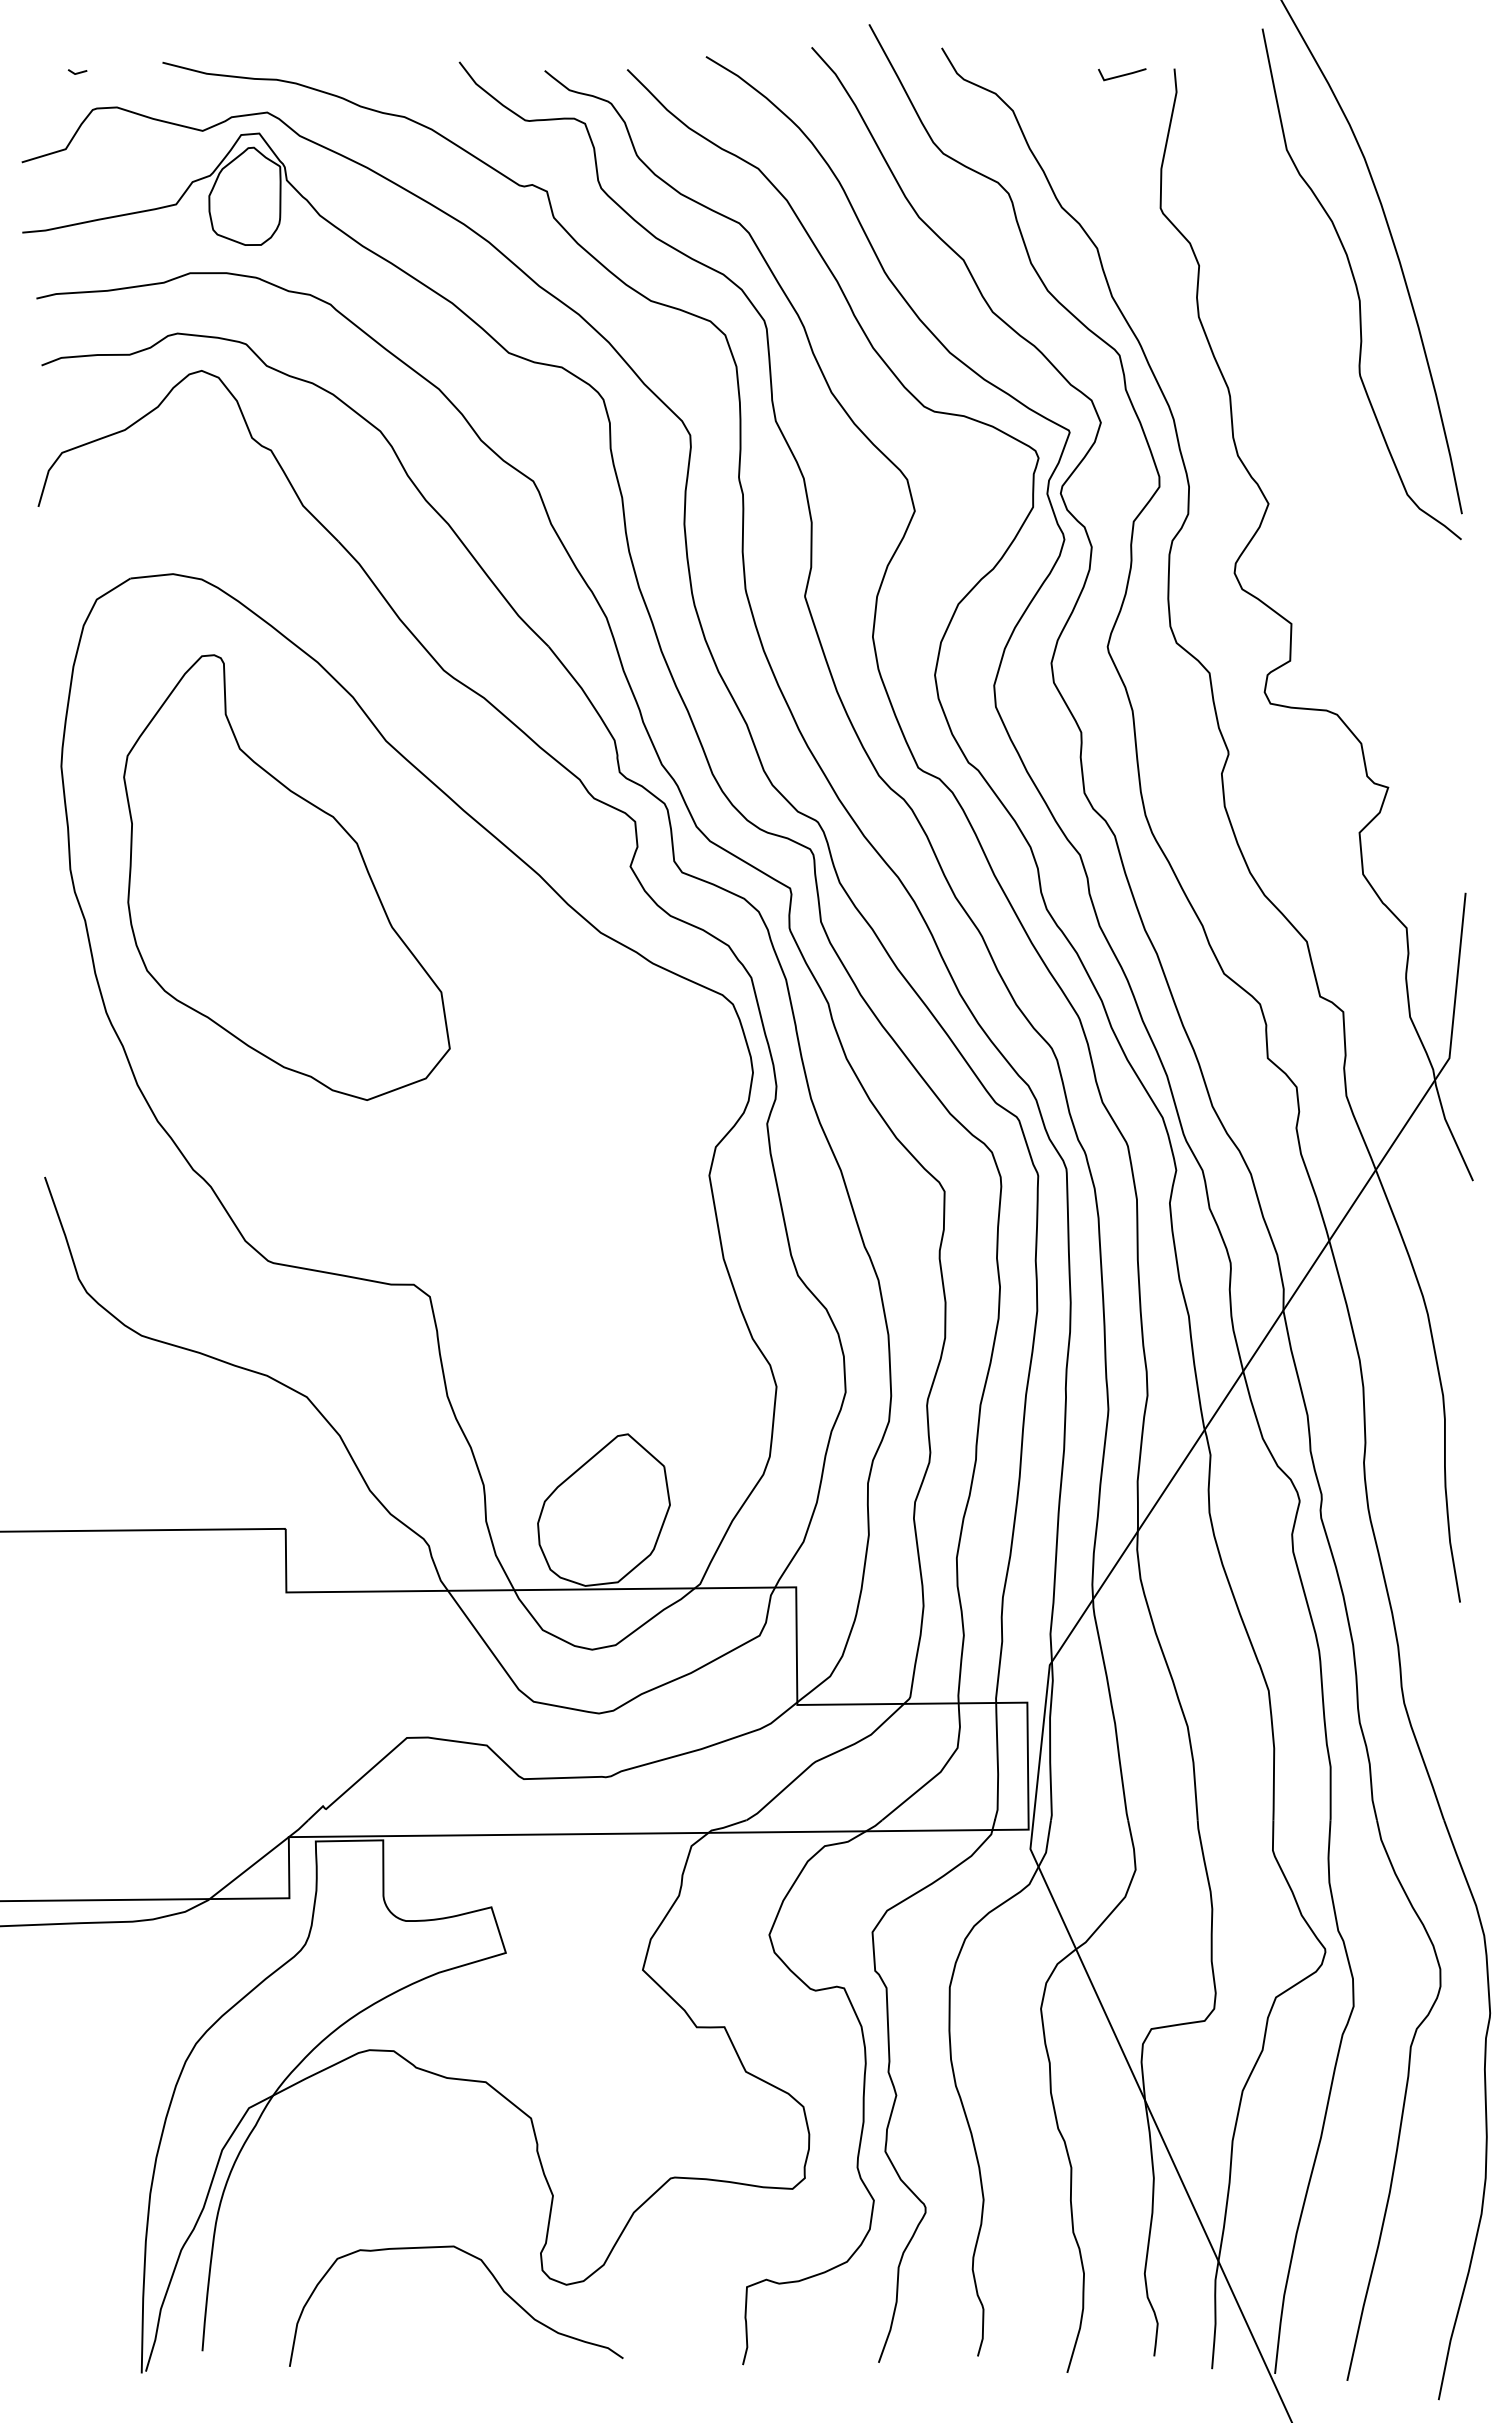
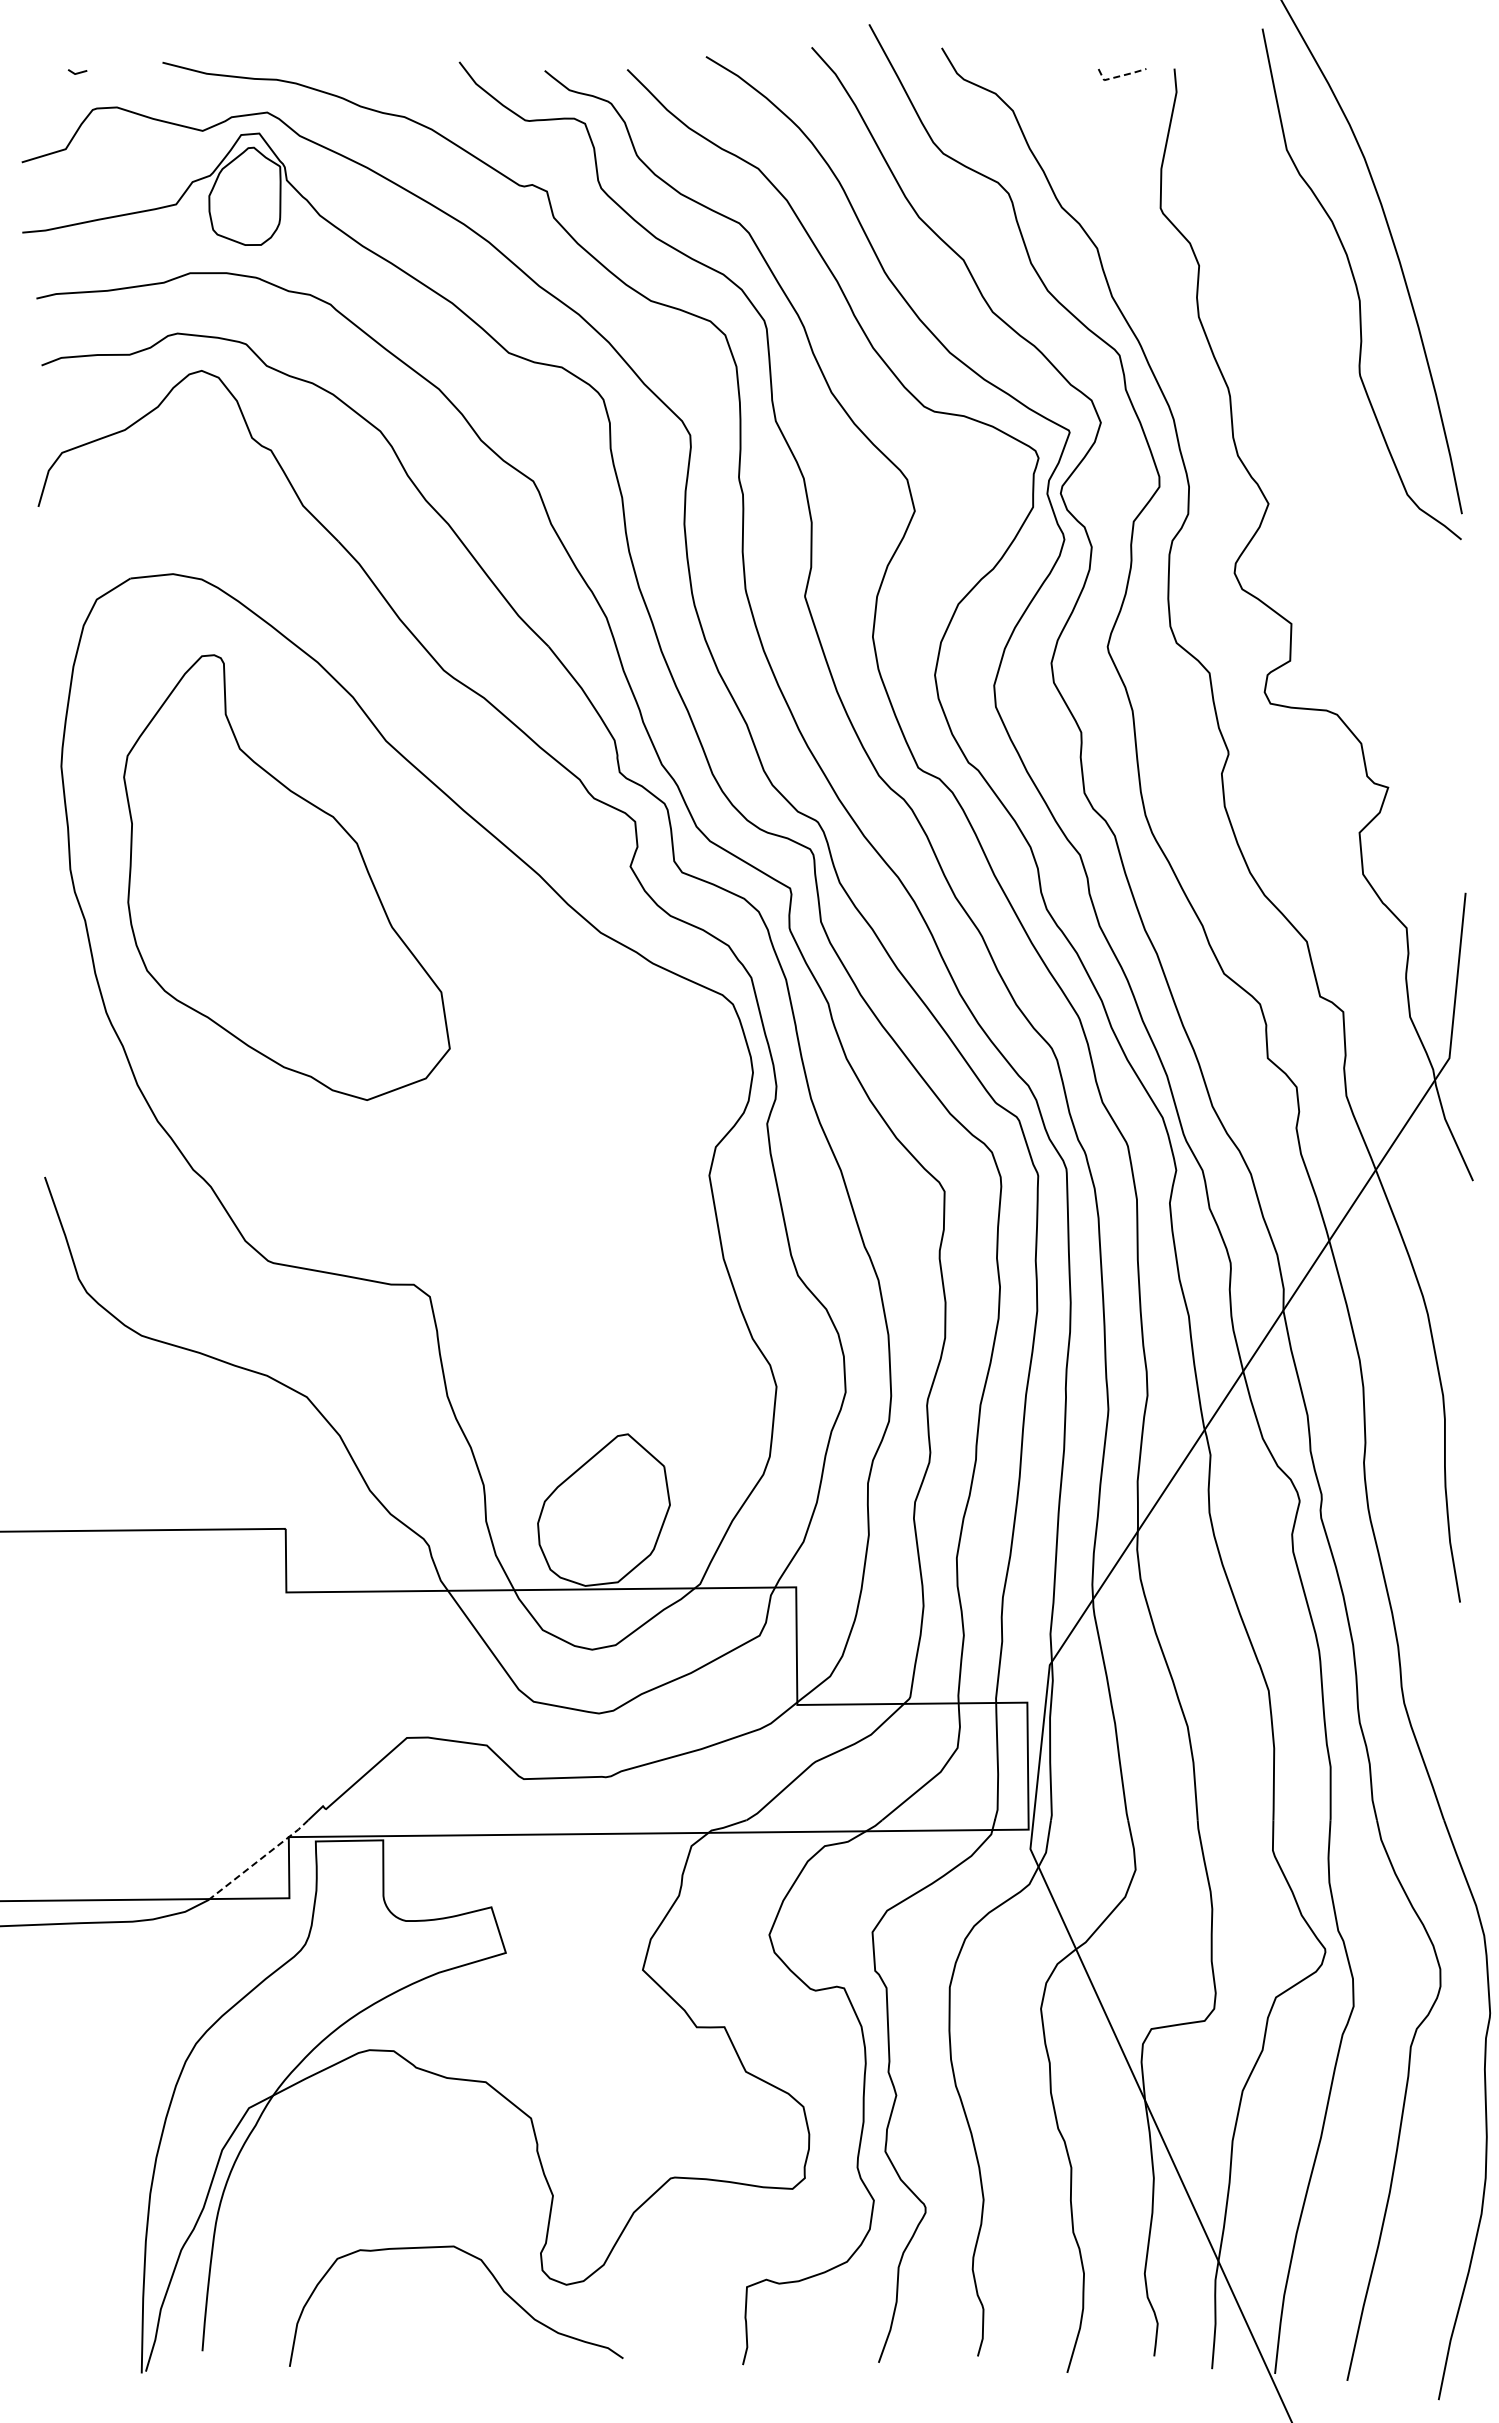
line at (1119, 76): solid -> dashed
line at (260, 1859): solid -> dashed
